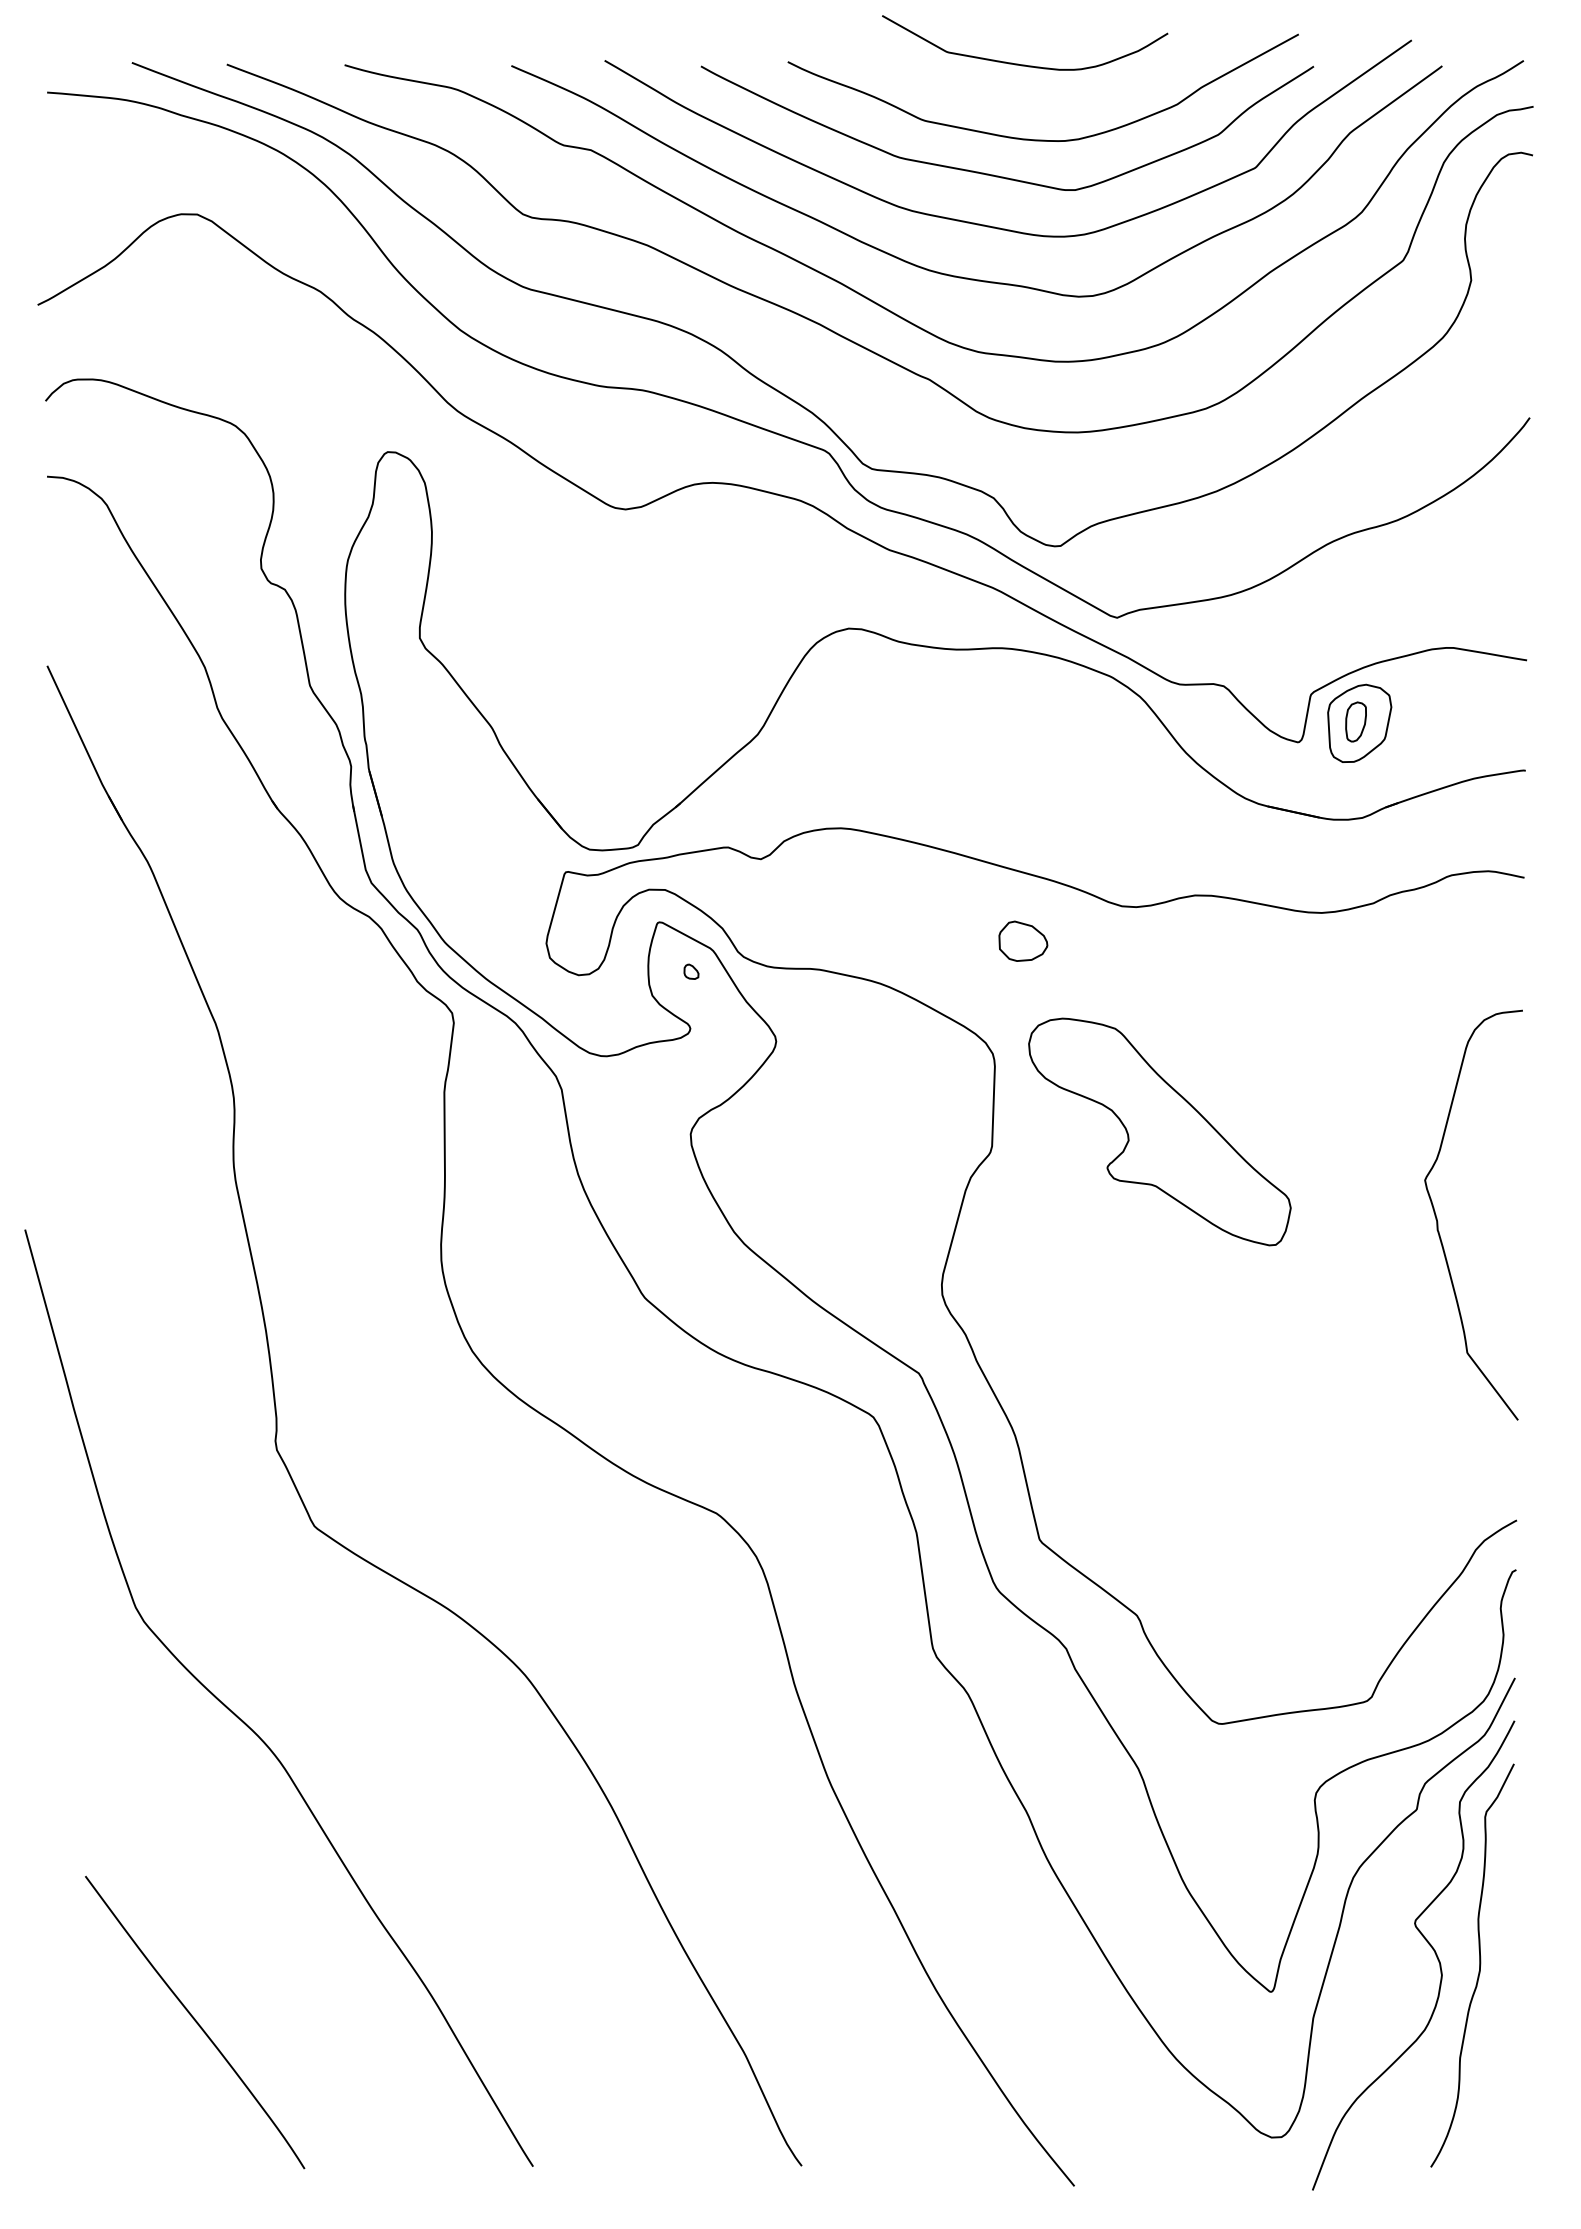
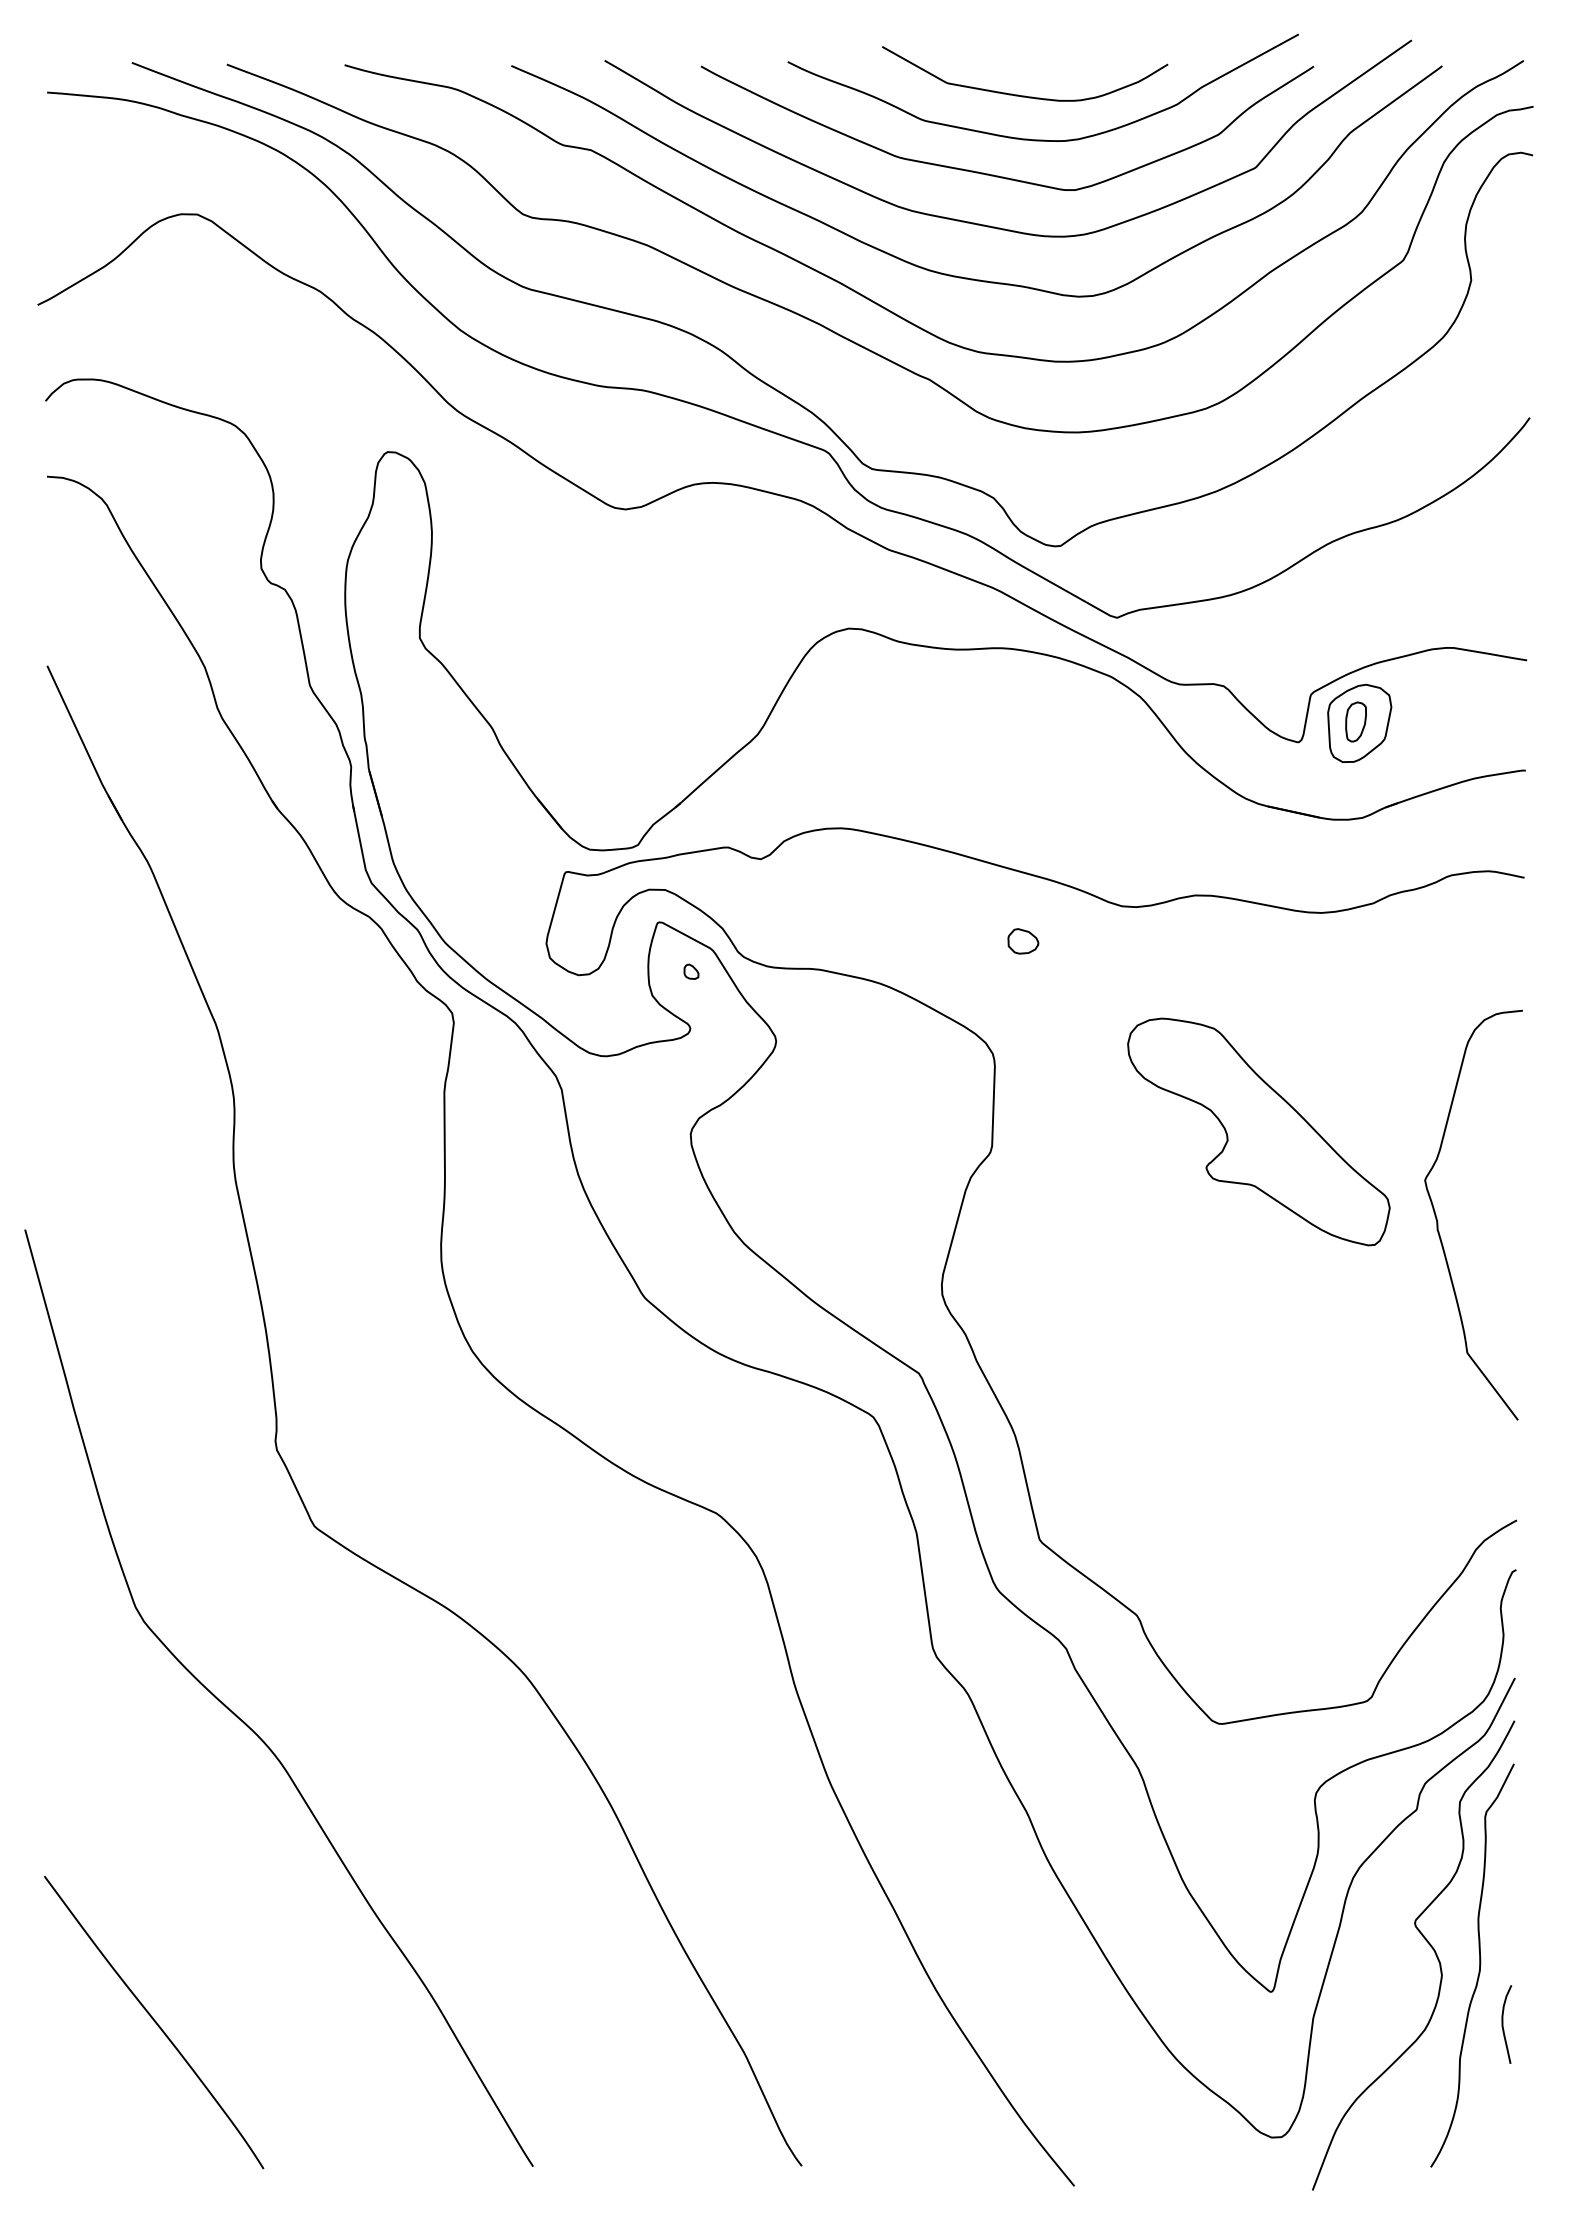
curve at (1025, 64) position: (1025, 64) -> (1025, 95)
part at (1023, 940) size: 51x42 px -> 33x27 px
part at (1159, 1131) position: (1159, 1131) -> (1258, 1131)
curve at (195, 2022) position: (195, 2022) -> (154, 2022)
curve at (1503, 2024): none -> present
